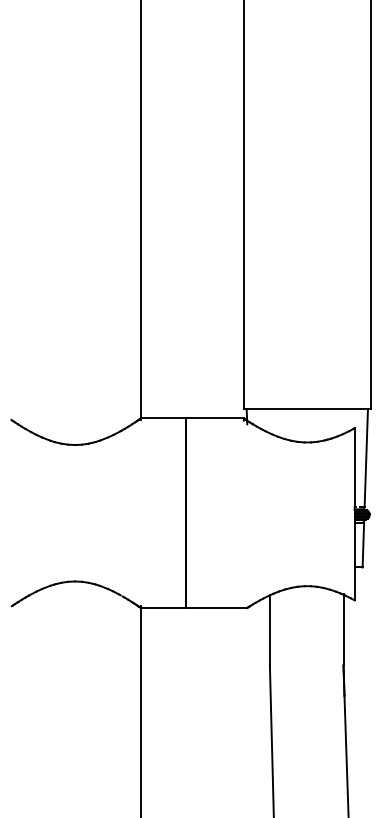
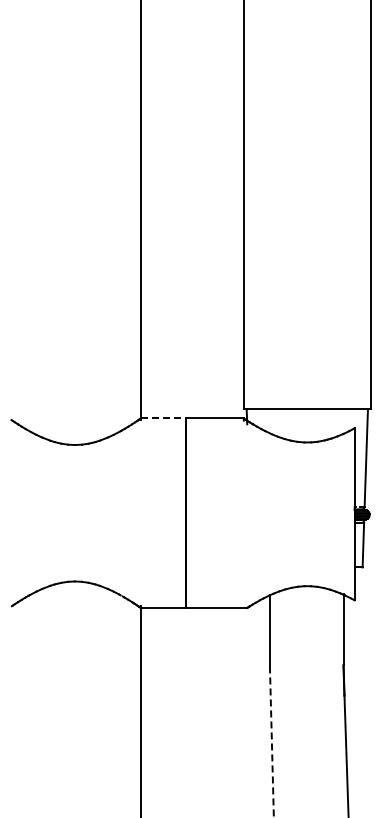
line at (163, 418): solid -> dashed
line at (271, 741): solid -> dashed
